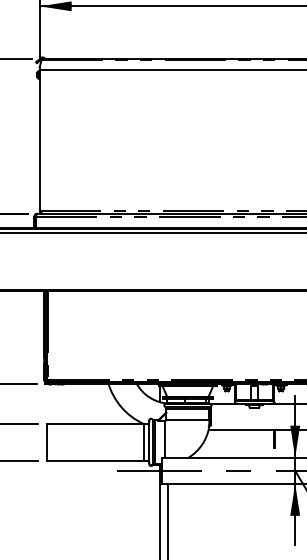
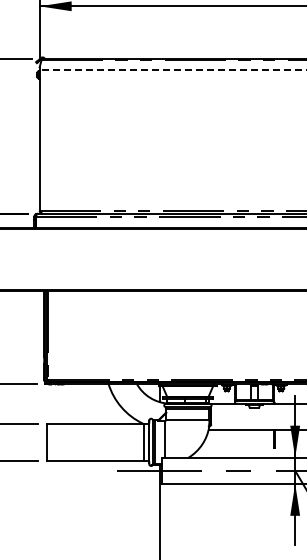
line at (172, 70): solid -> dashed
line at (152, 233): present -> none
line at (167, 519): present -> none
